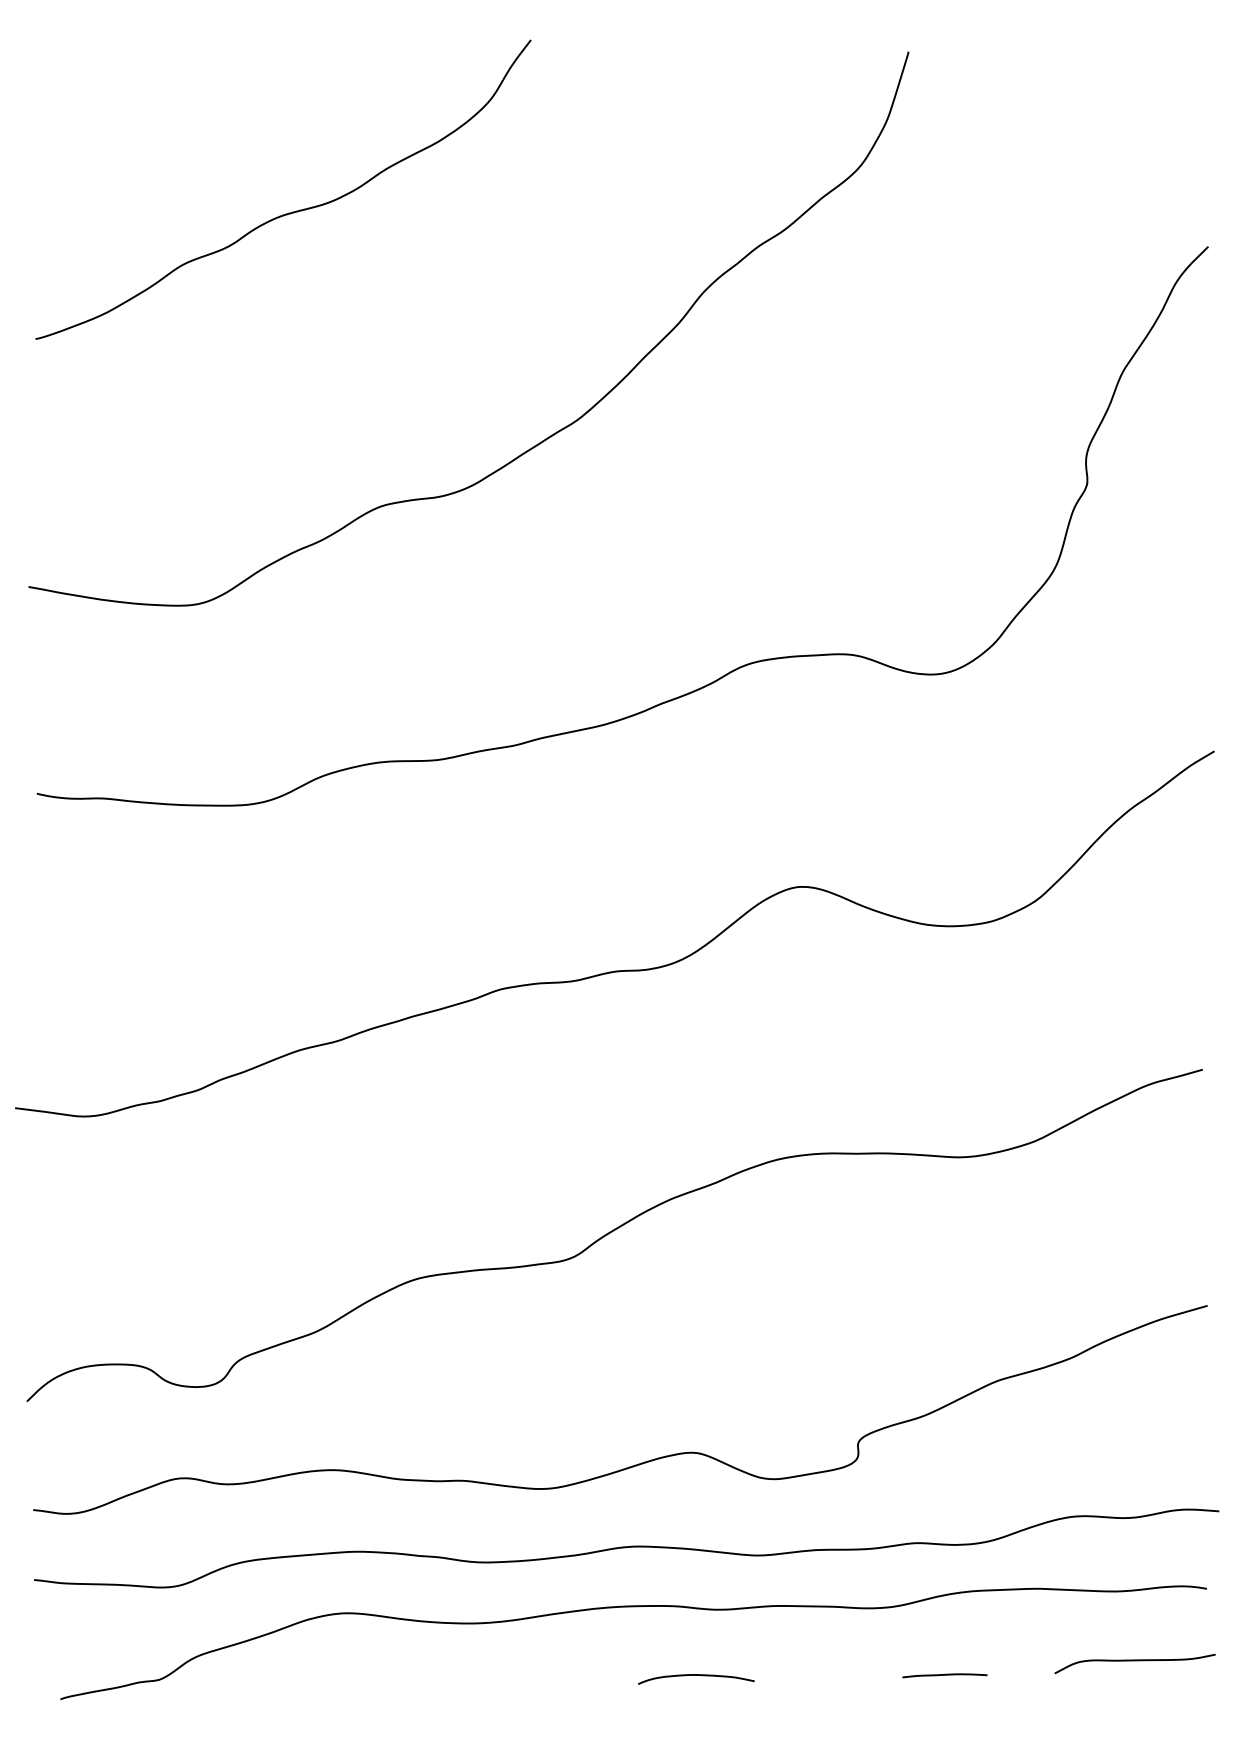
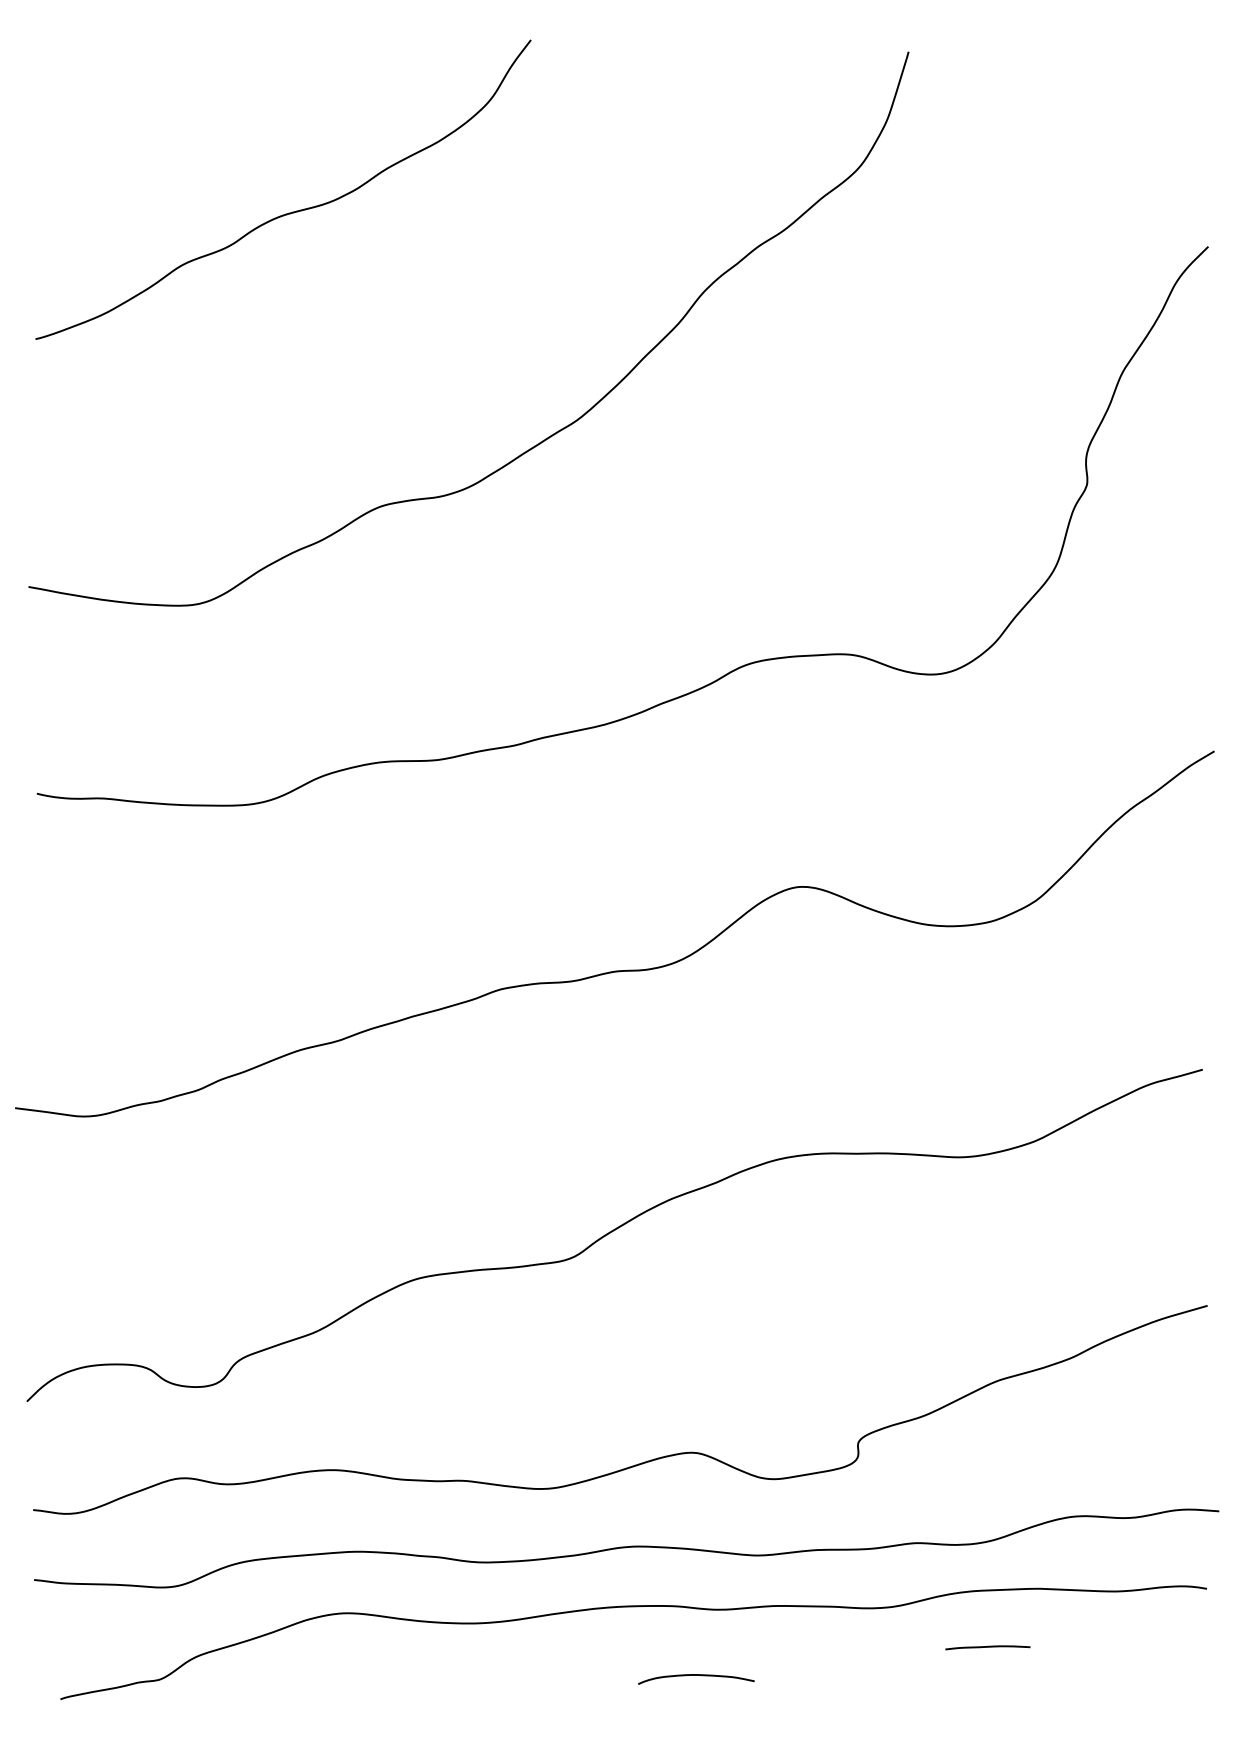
curve at (1134, 1661): present -> none
curve at (944, 1675) position: (944, 1675) -> (987, 1647)
